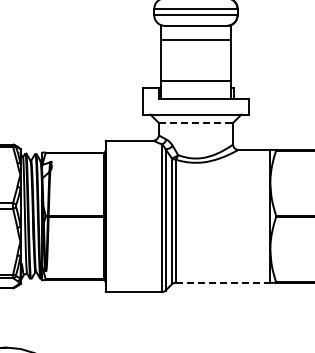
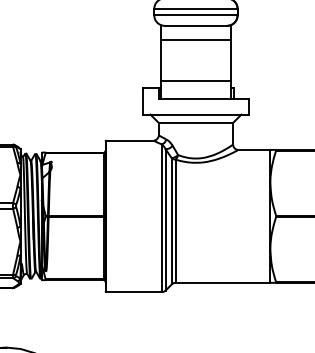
line at (196, 122): dashed -> solid
line at (223, 282): dashed -> solid
